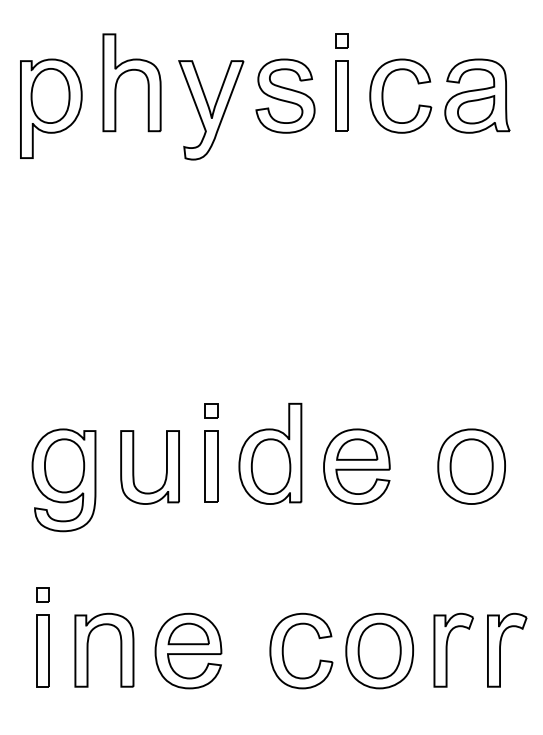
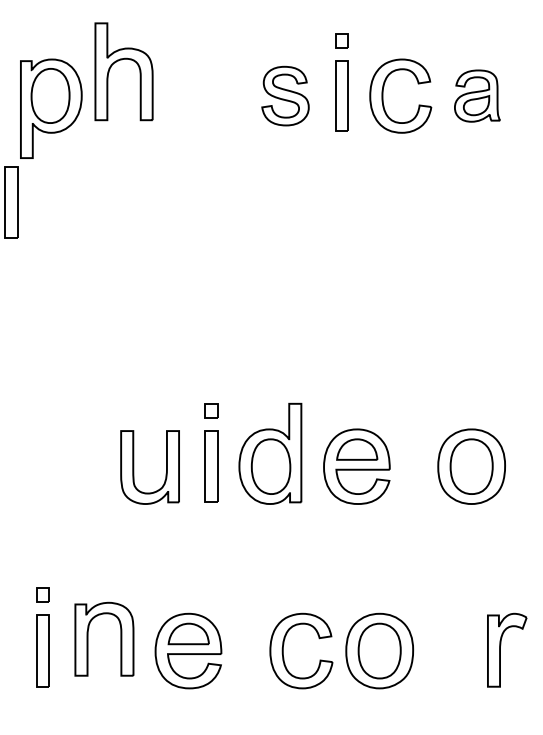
part at (130, 71) position: (130, 71) -> (122, 60)
part at (285, 95) size: 61x76 px -> 49x62 px
part at (477, 95) size: 67x76 px -> 47x54 px
part at (211, 110): present -> none
part at (11, 202): none -> present
part at (63, 480): present -> none
part at (88, 649) position: (88, 649) -> (88, 638)
part at (453, 649): present -> none
